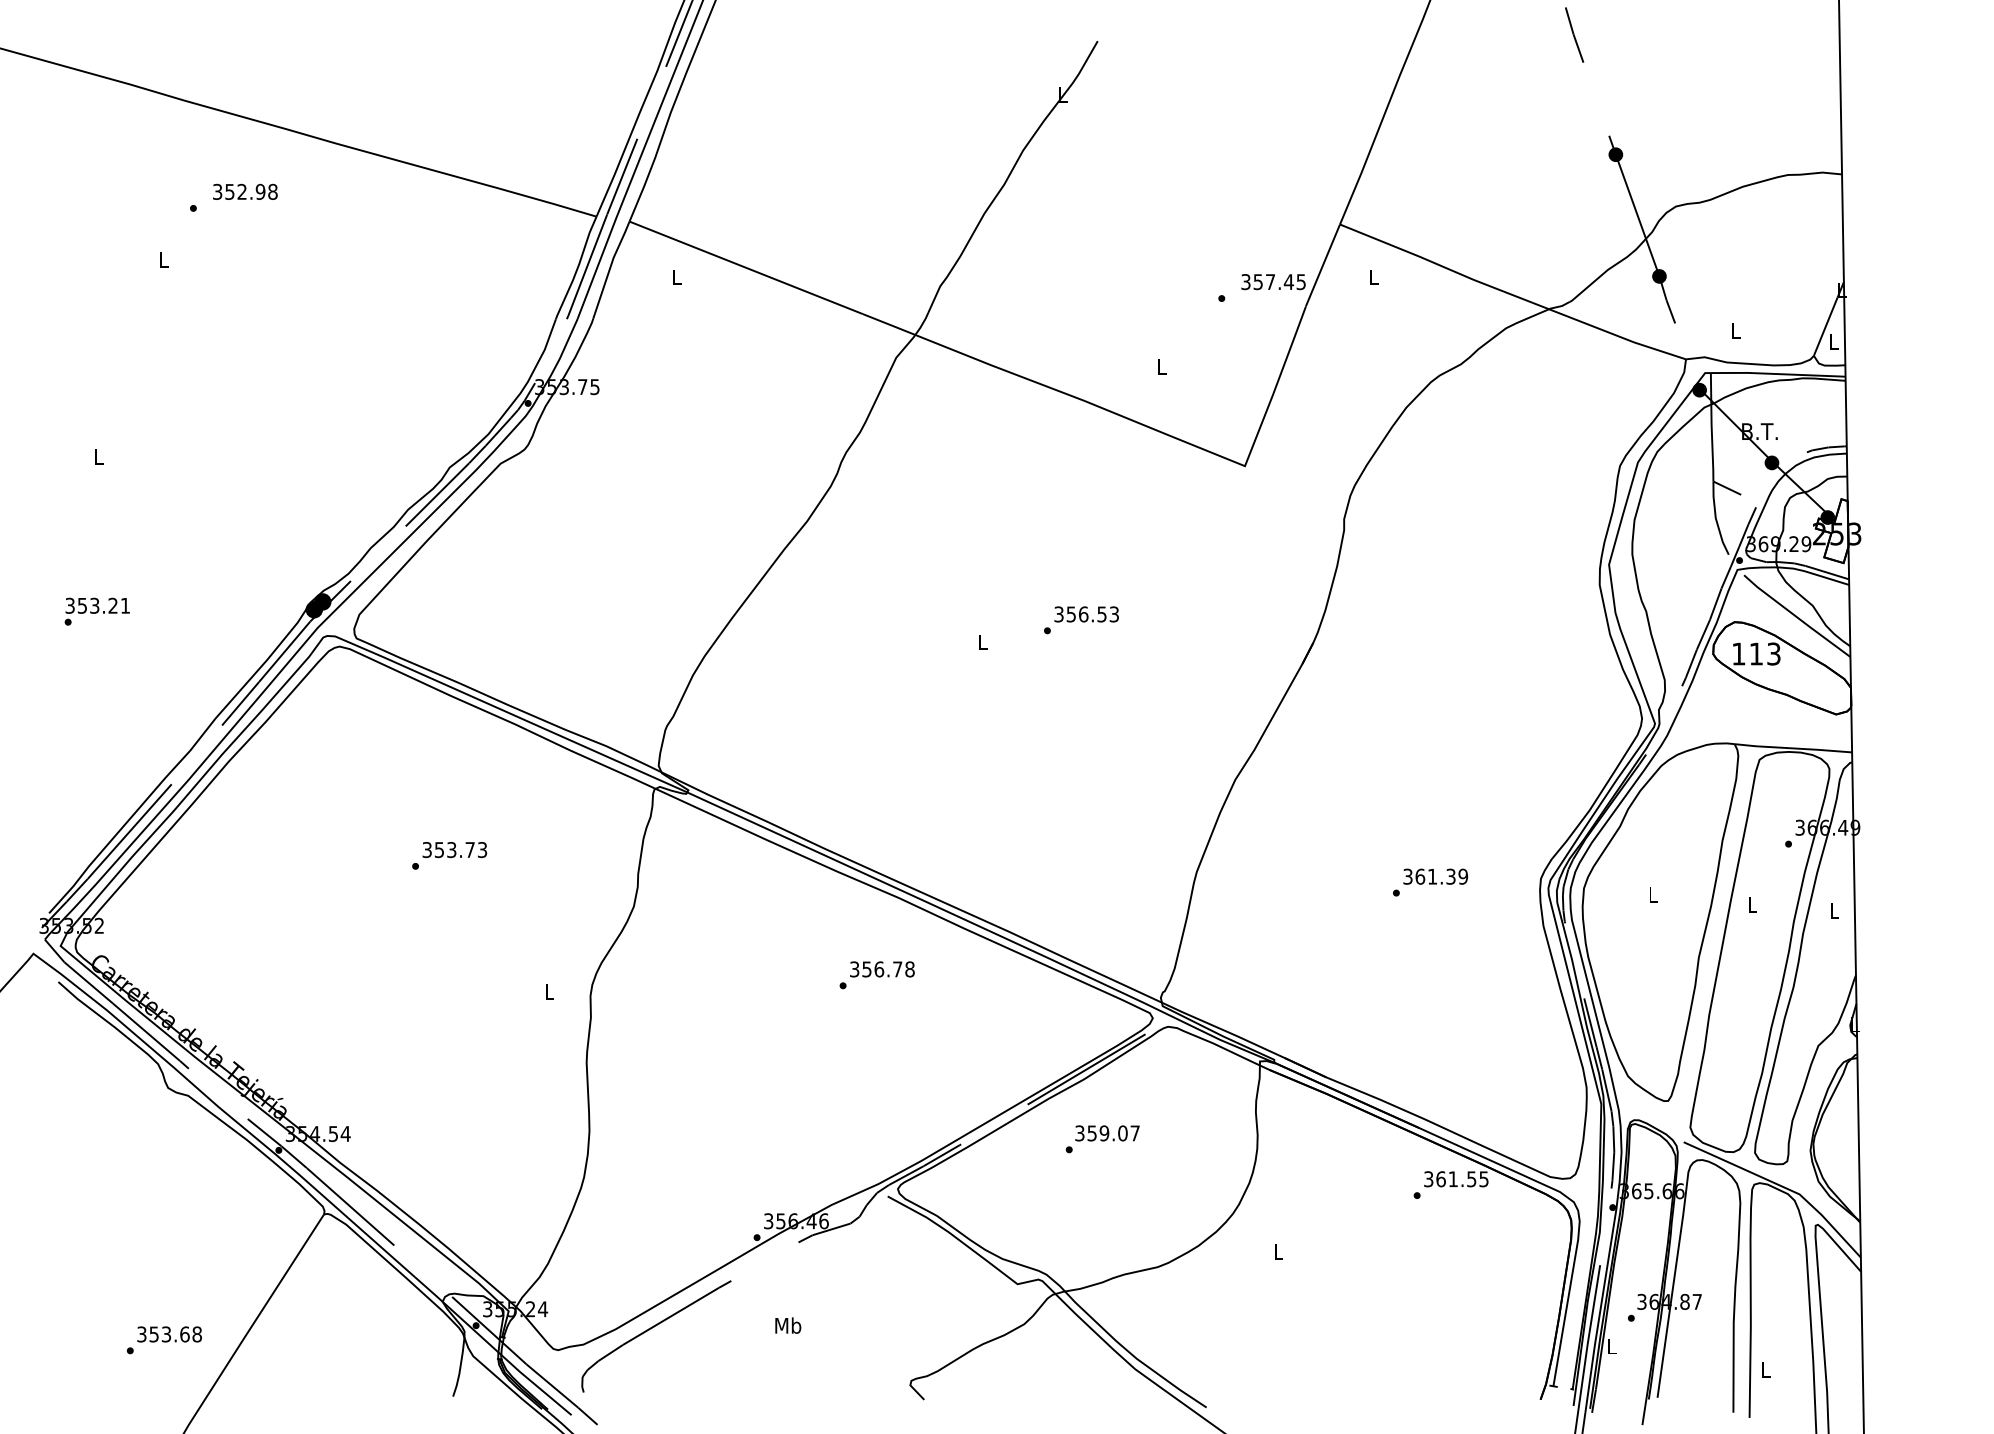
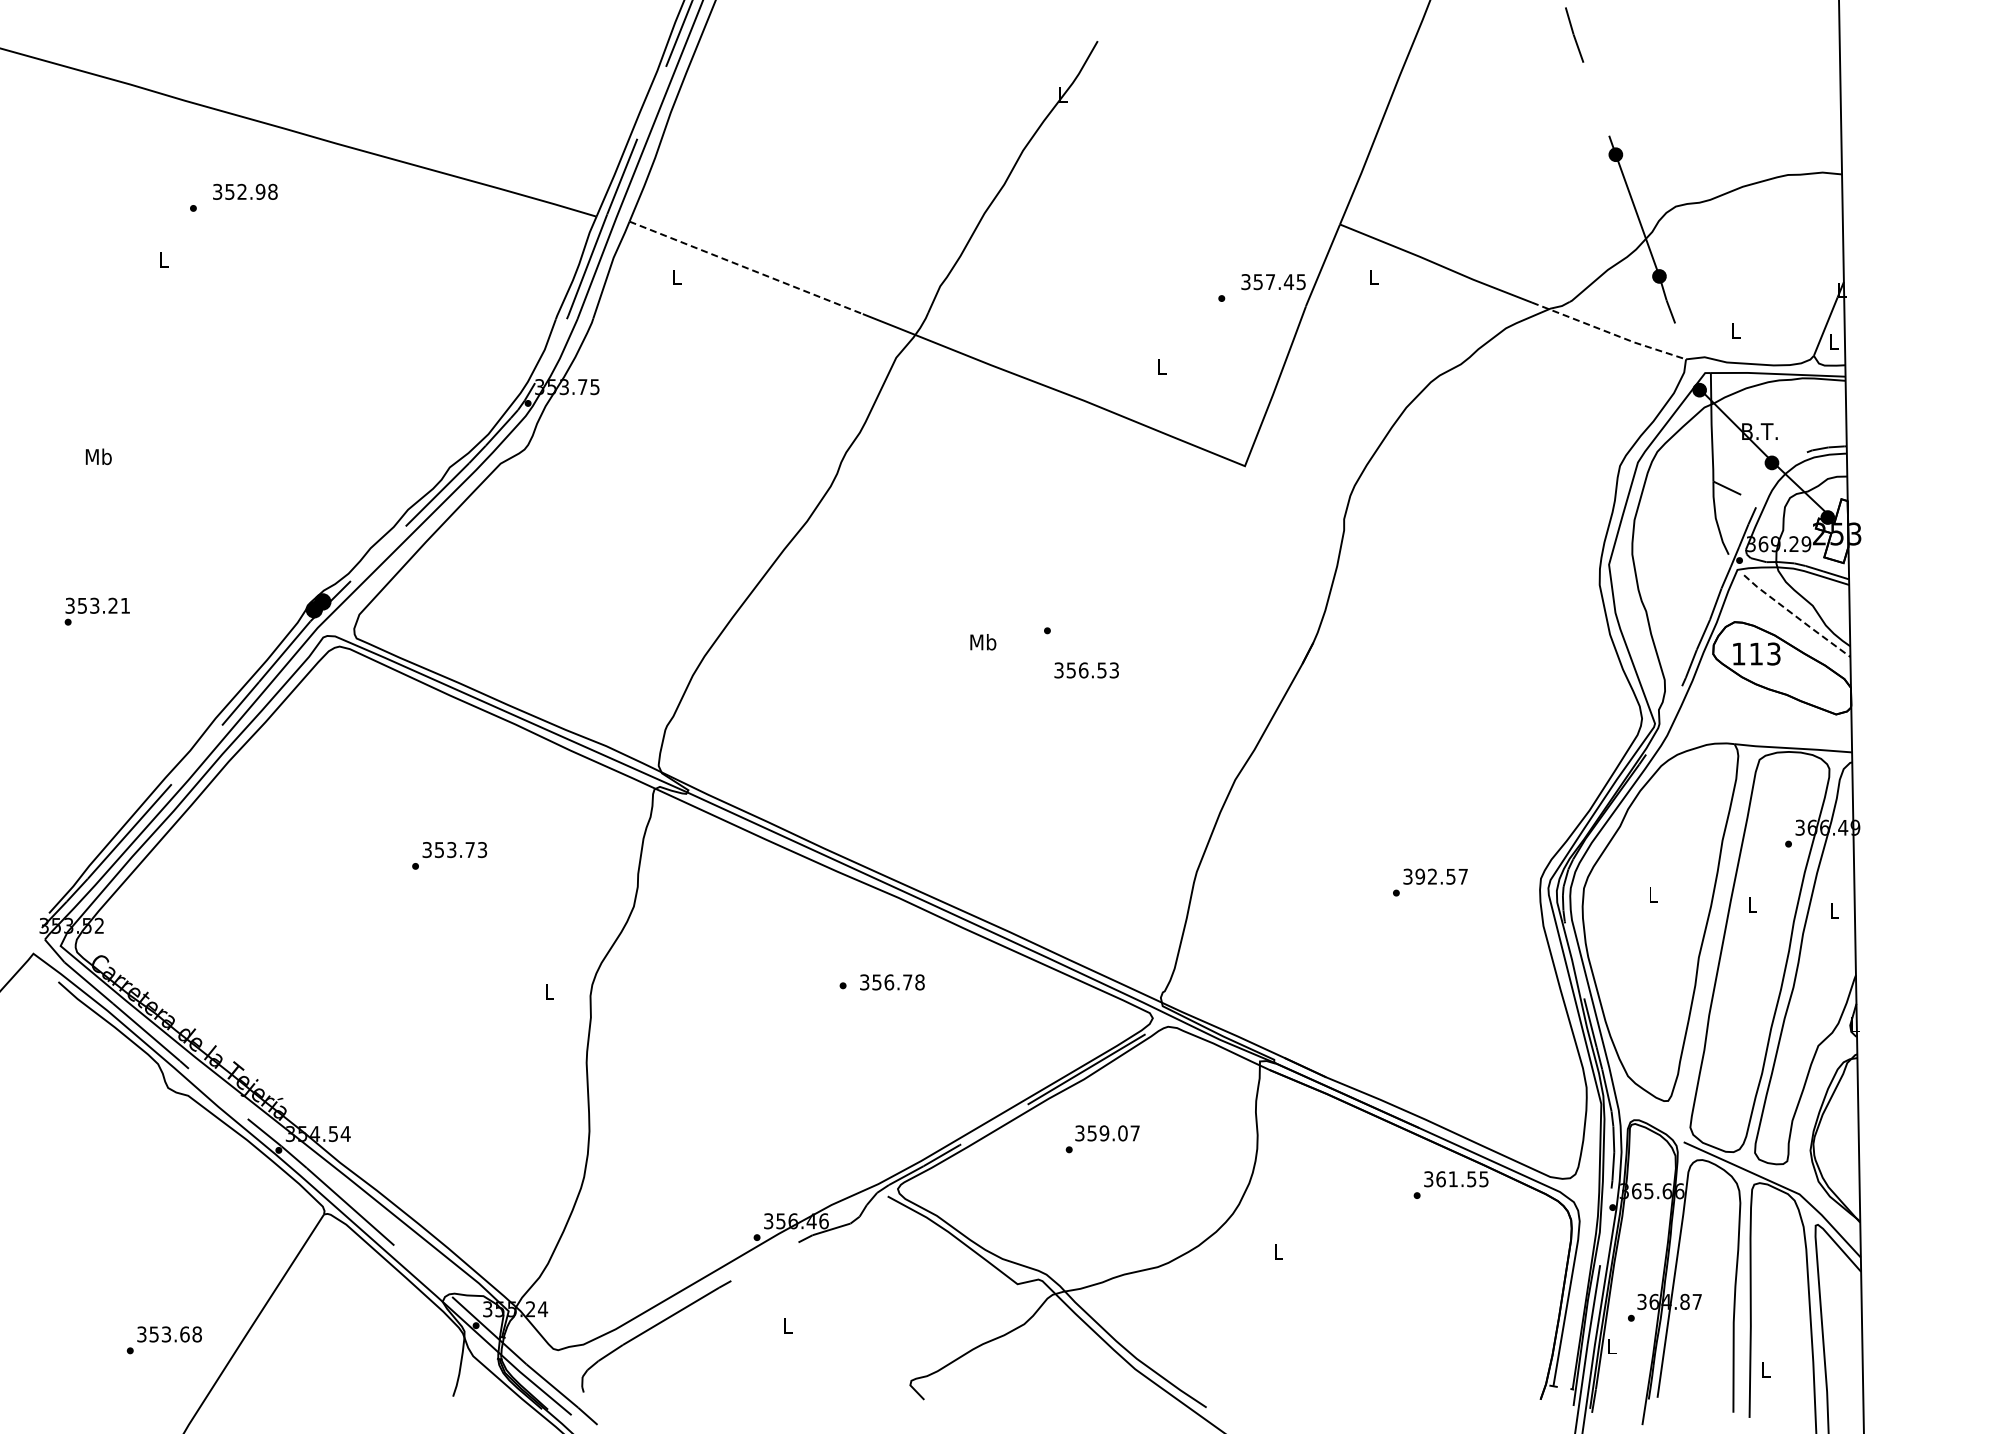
line at (746, 268): solid -> dashed
line at (1609, 332): solid -> dashed
text at (98, 456): L -> Mb
text at (1086, 614) position: (1086, 614) -> (1086, 670)
line at (1796, 617): solid -> dashed
text at (983, 642): L -> Mb
text at (1441, 876): 361.39 -> 392.57
text at (882, 969) position: (882, 969) -> (892, 982)
text at (788, 1325): Mb -> L
